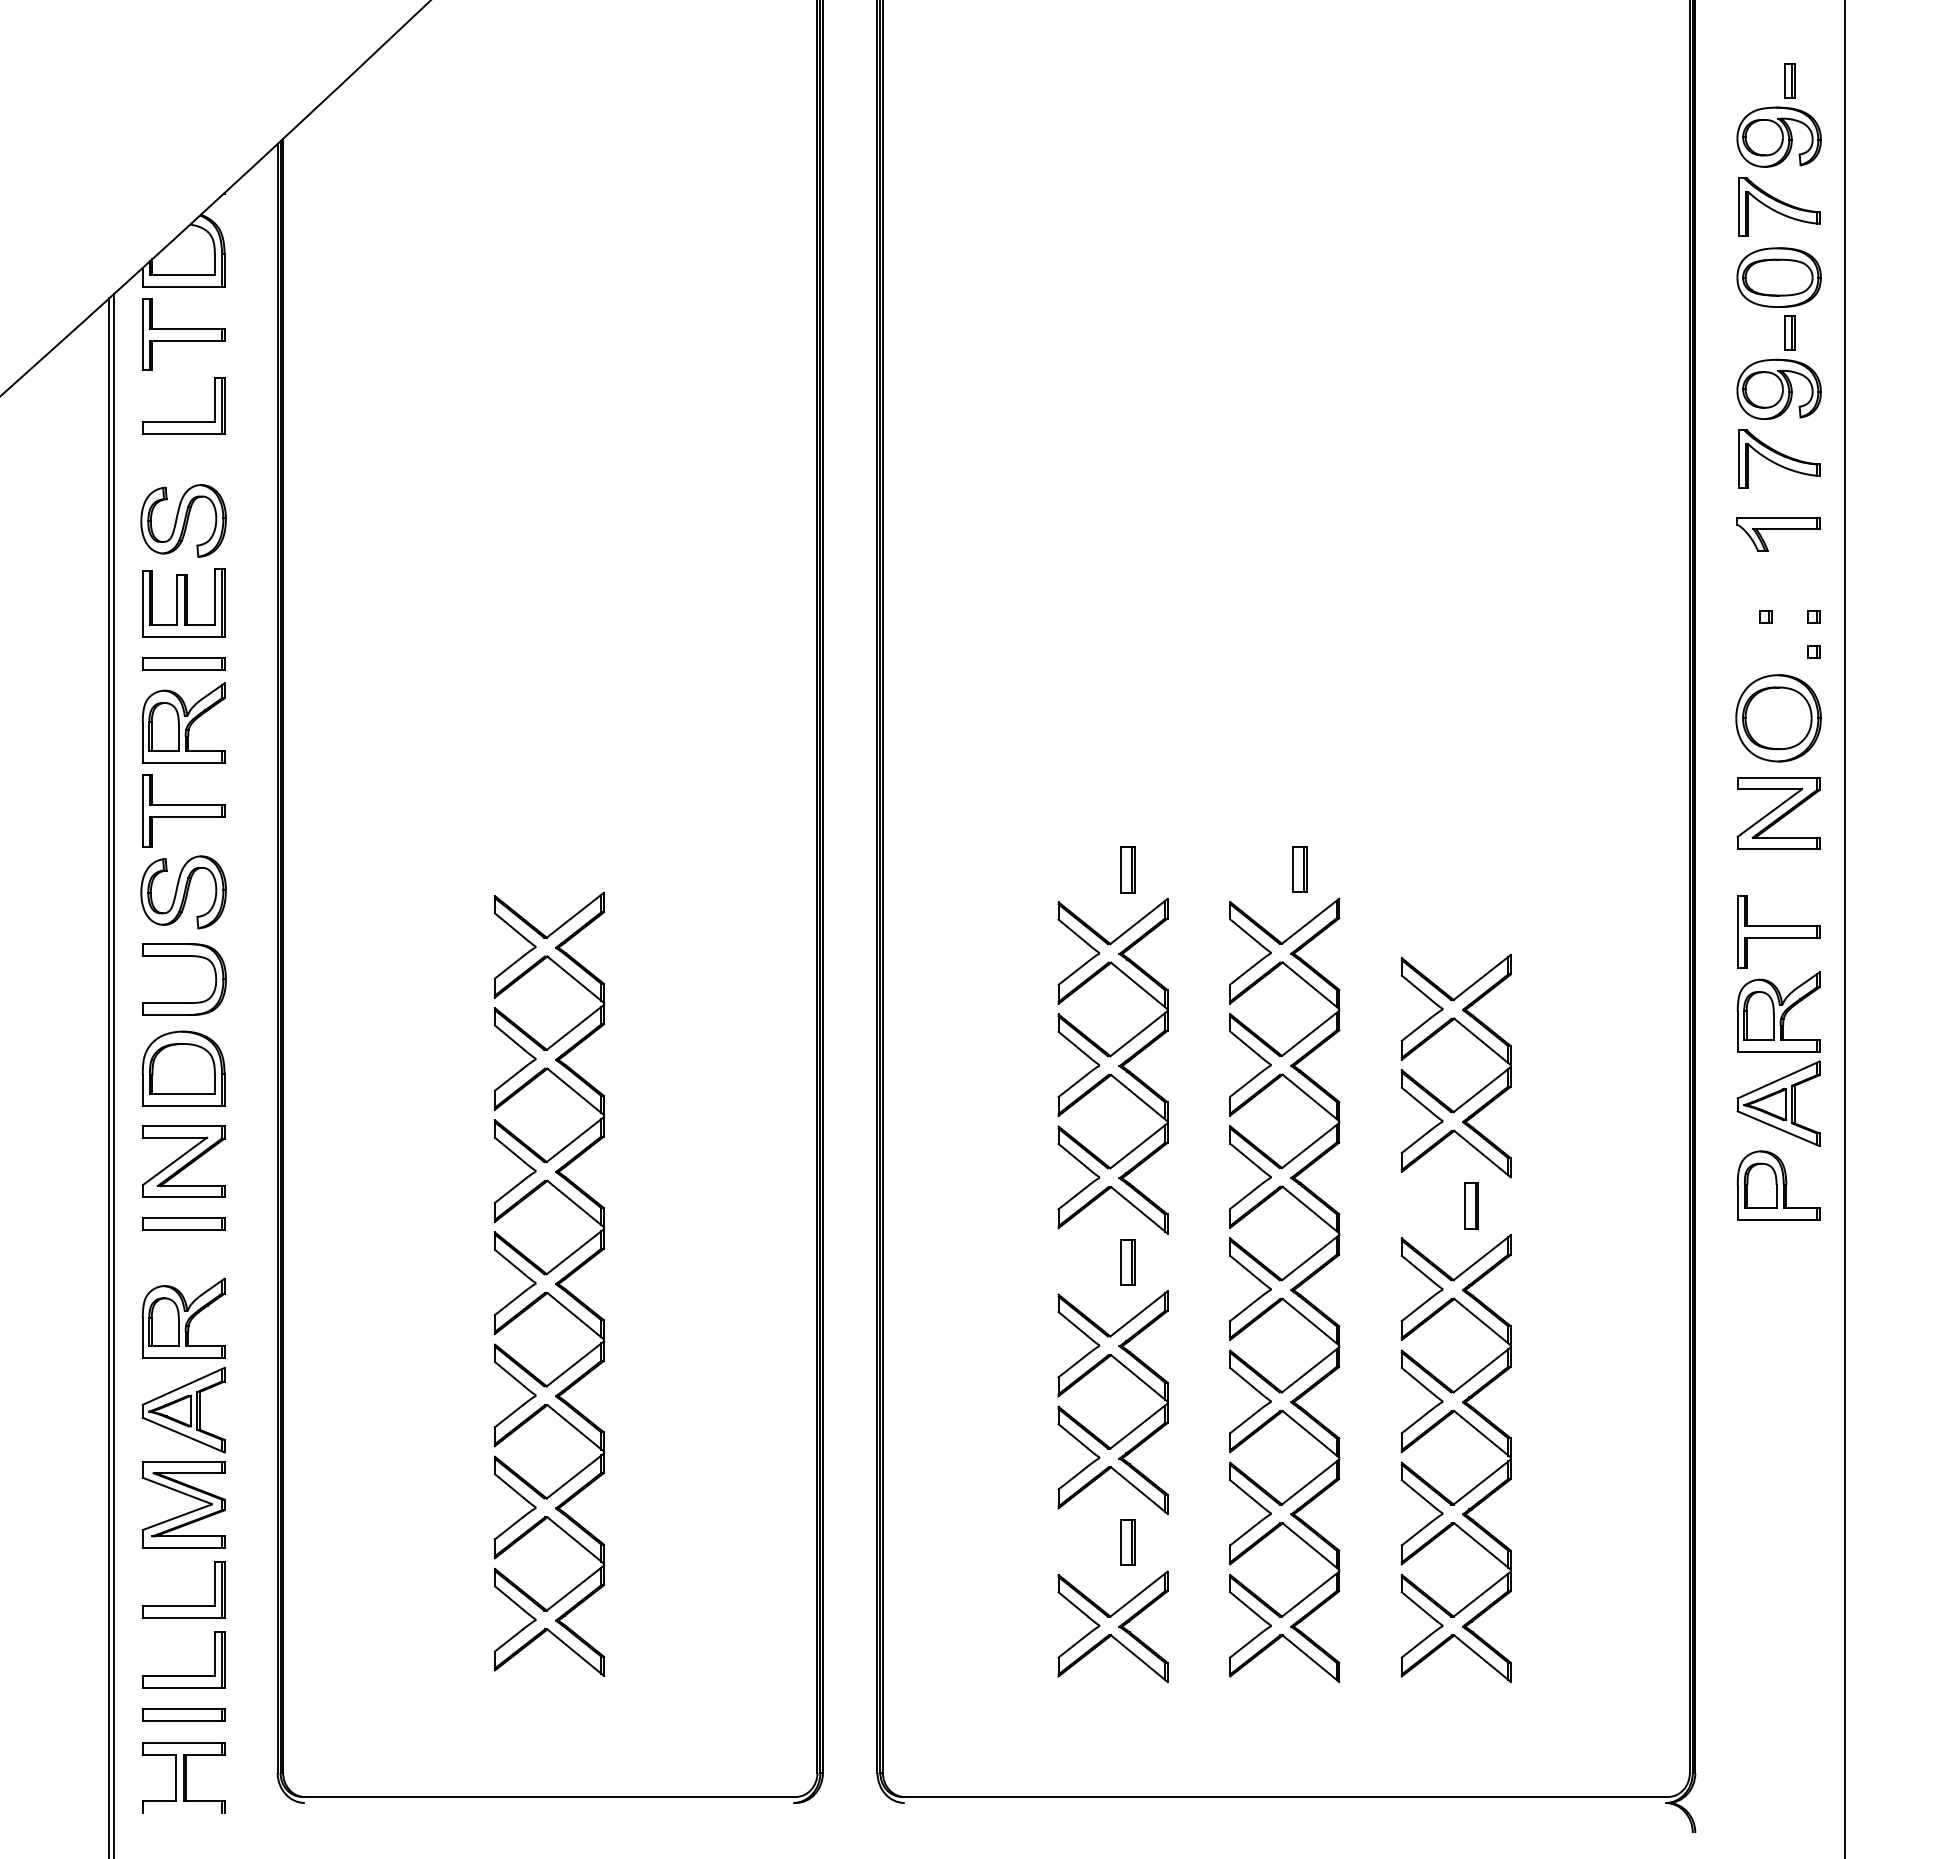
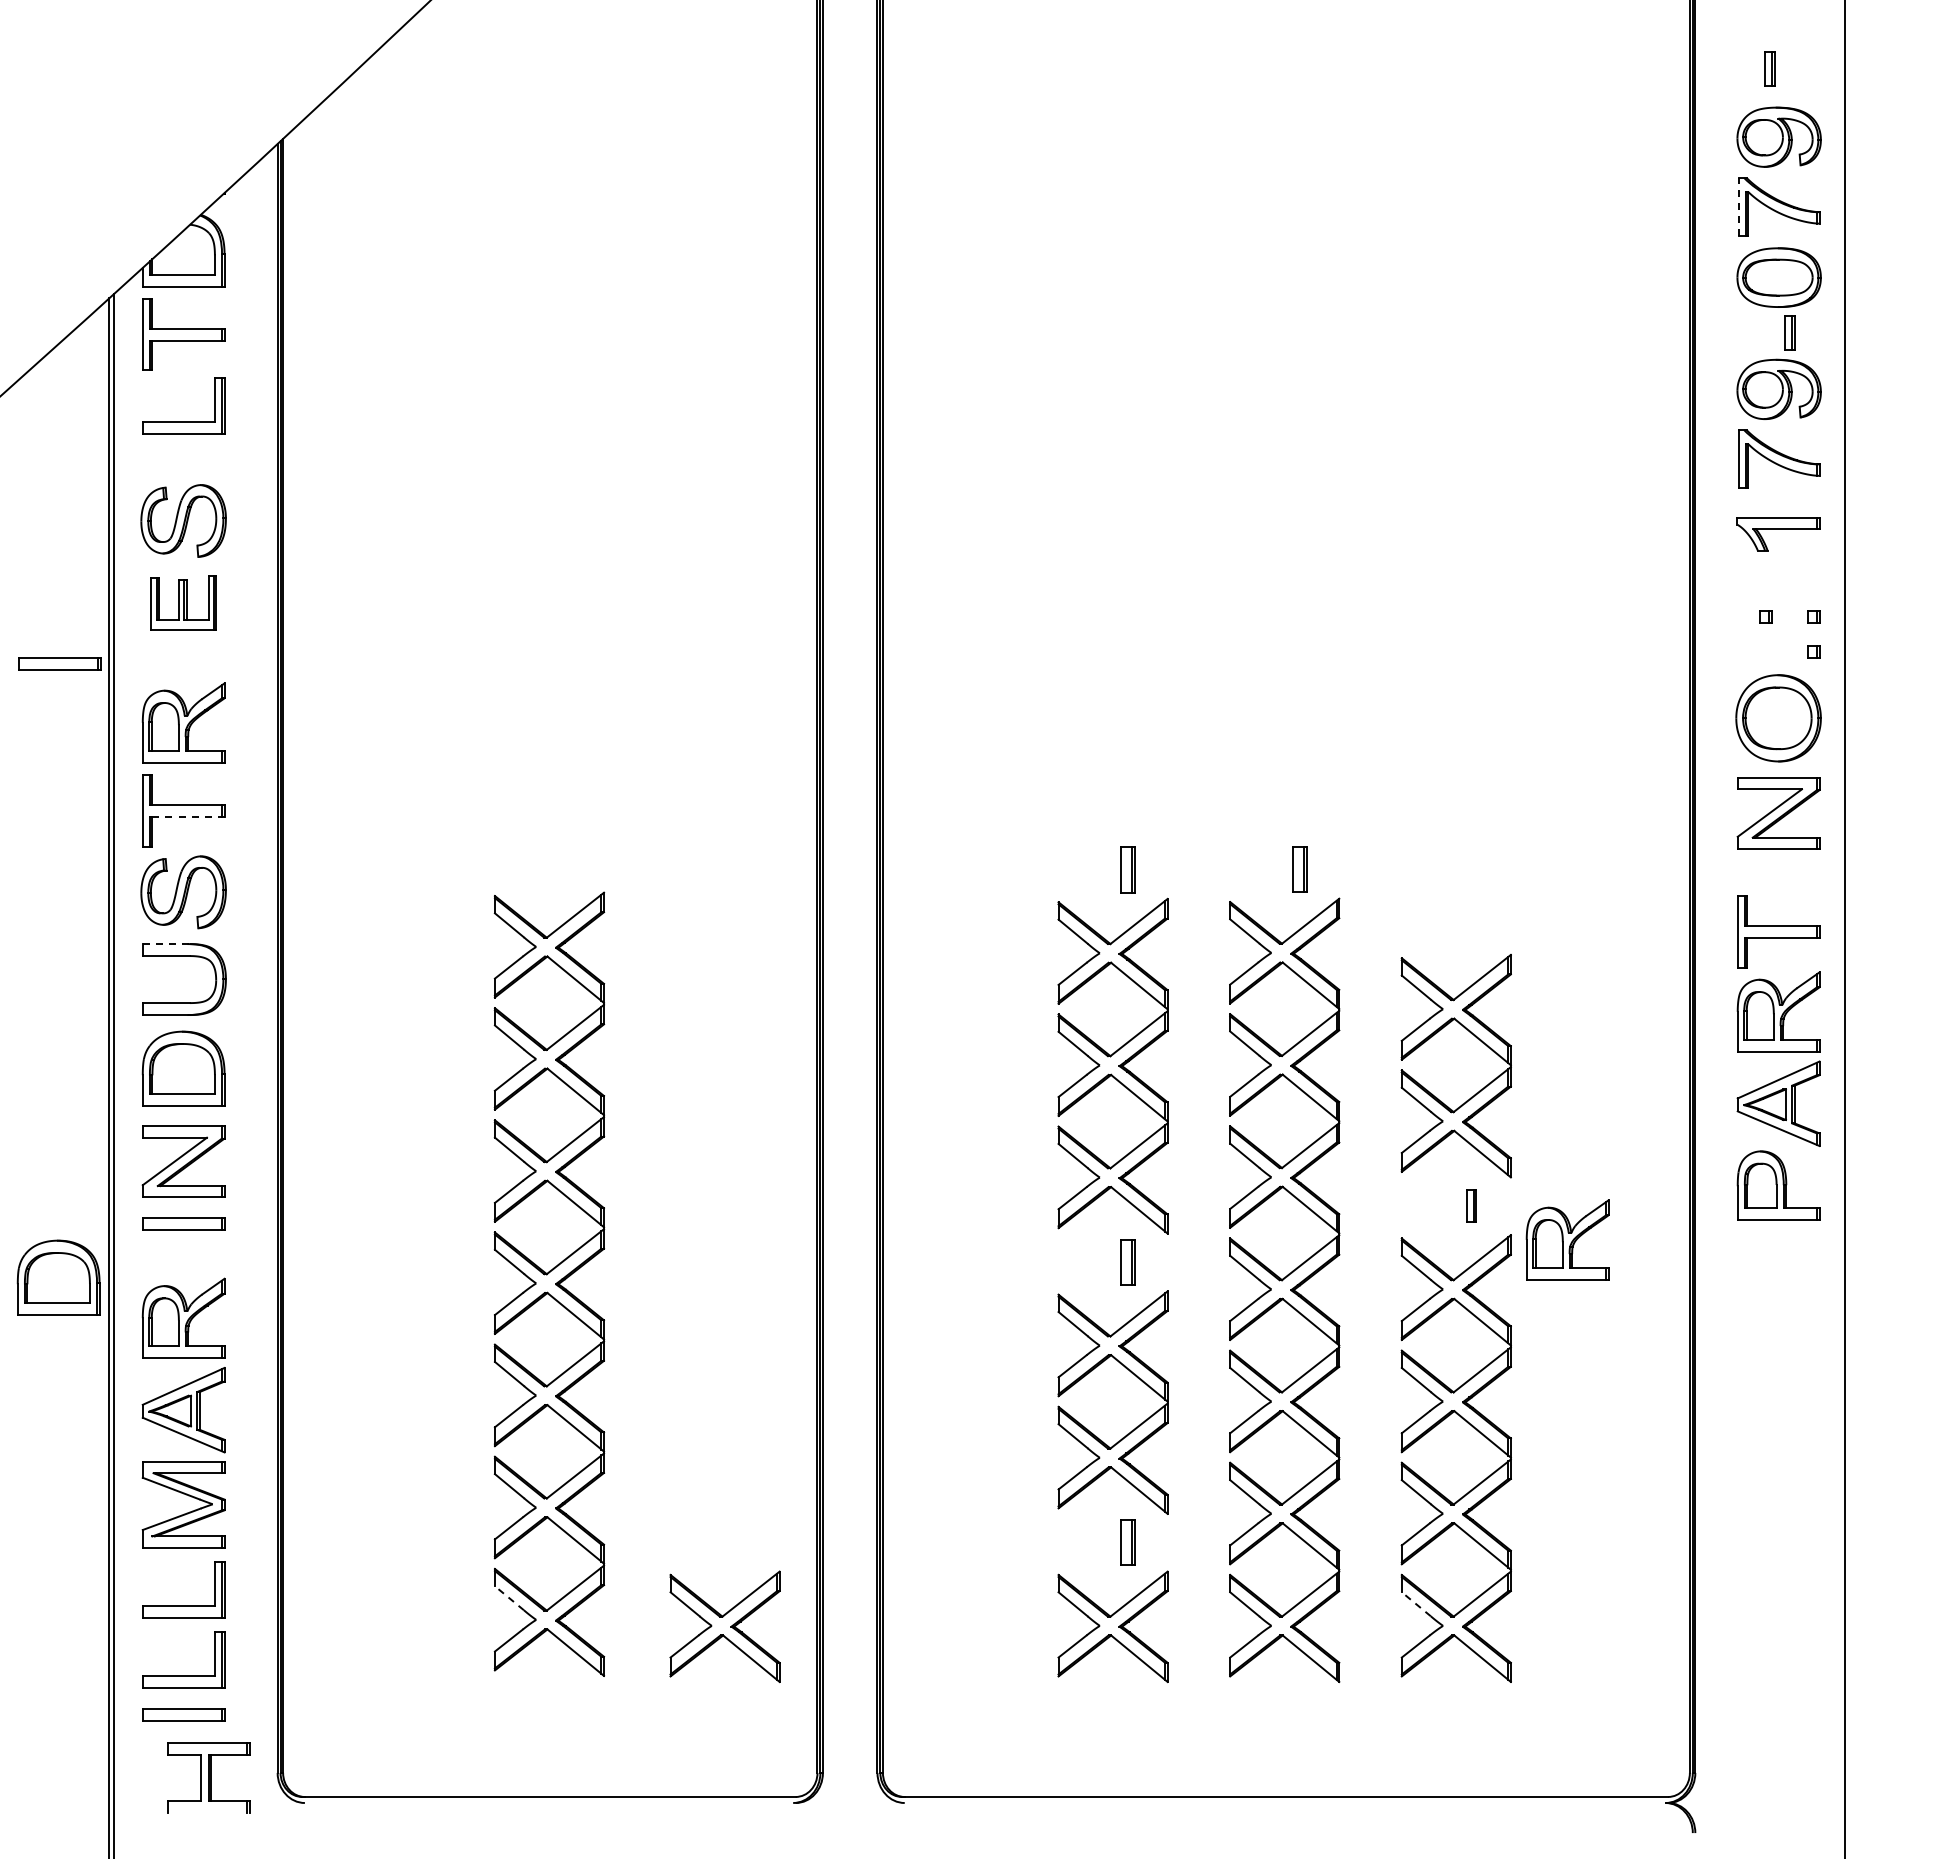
part at (1789, 80) position: (1789, 80) -> (1769, 68)
line at (1738, 206): solid -> dashed
part at (183, 602) size: 84x70 px -> 67x56 px
part at (183, 663) position: (183, 663) -> (59, 663)
line at (187, 817): solid -> dashed
line at (166, 944): solid -> dashed
part at (1471, 1205) size: 15x48 px -> 11x34 px
part at (1567, 1239): none -> present
part at (58, 1277): none -> present
line at (509, 1598): solid -> dashed
line at (1416, 1604): solid -> dashed
part at (724, 1626): none -> present
part at (183, 1777) position: (183, 1777) -> (208, 1777)
